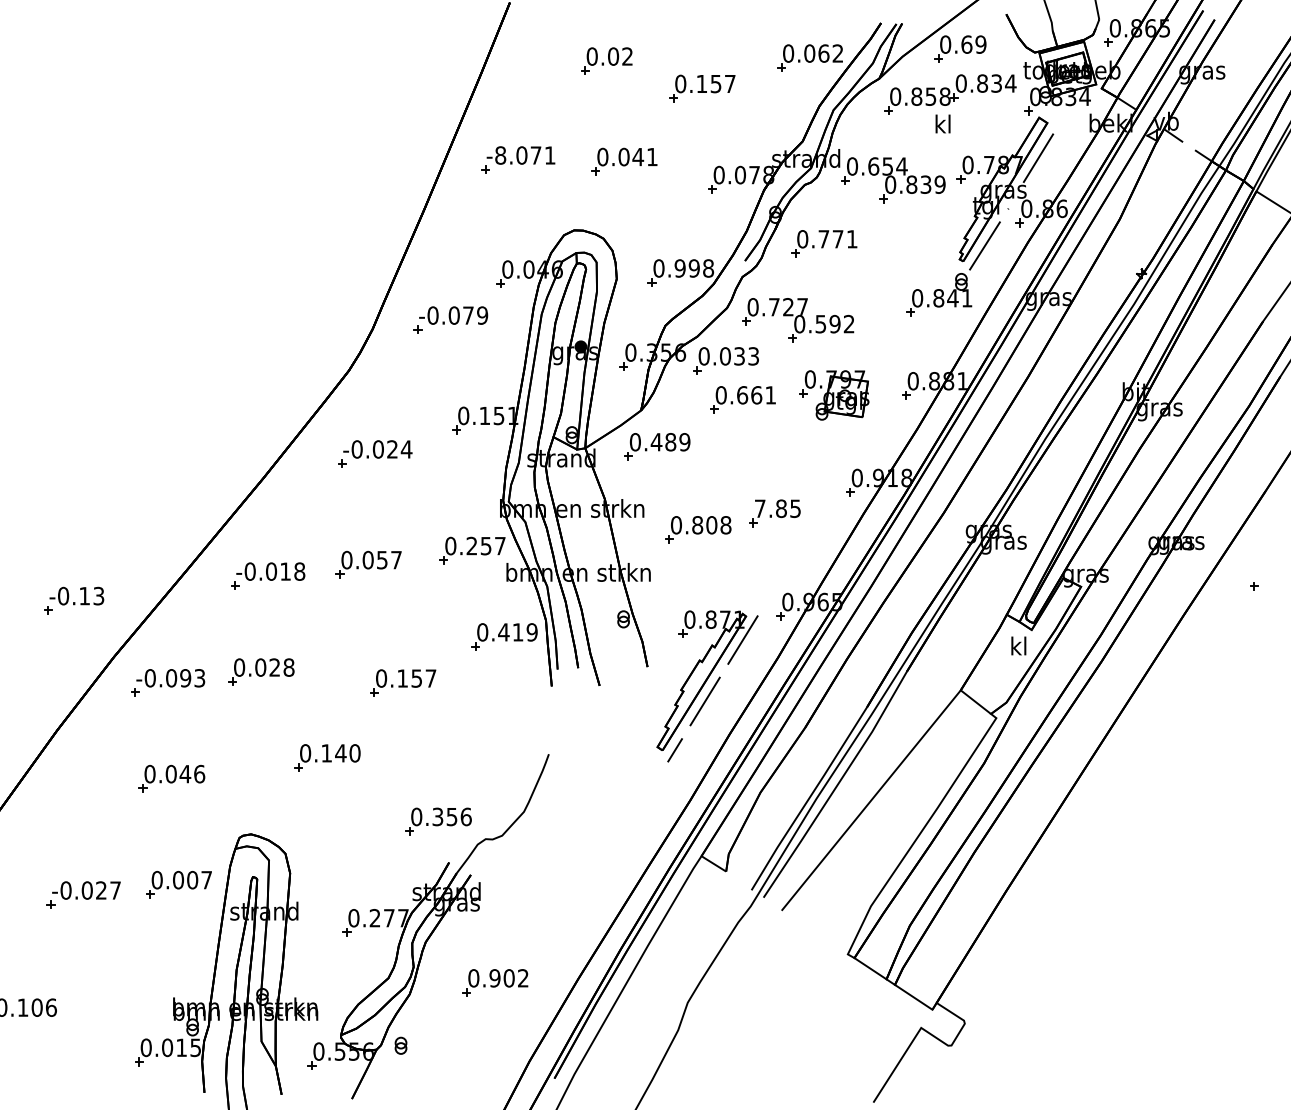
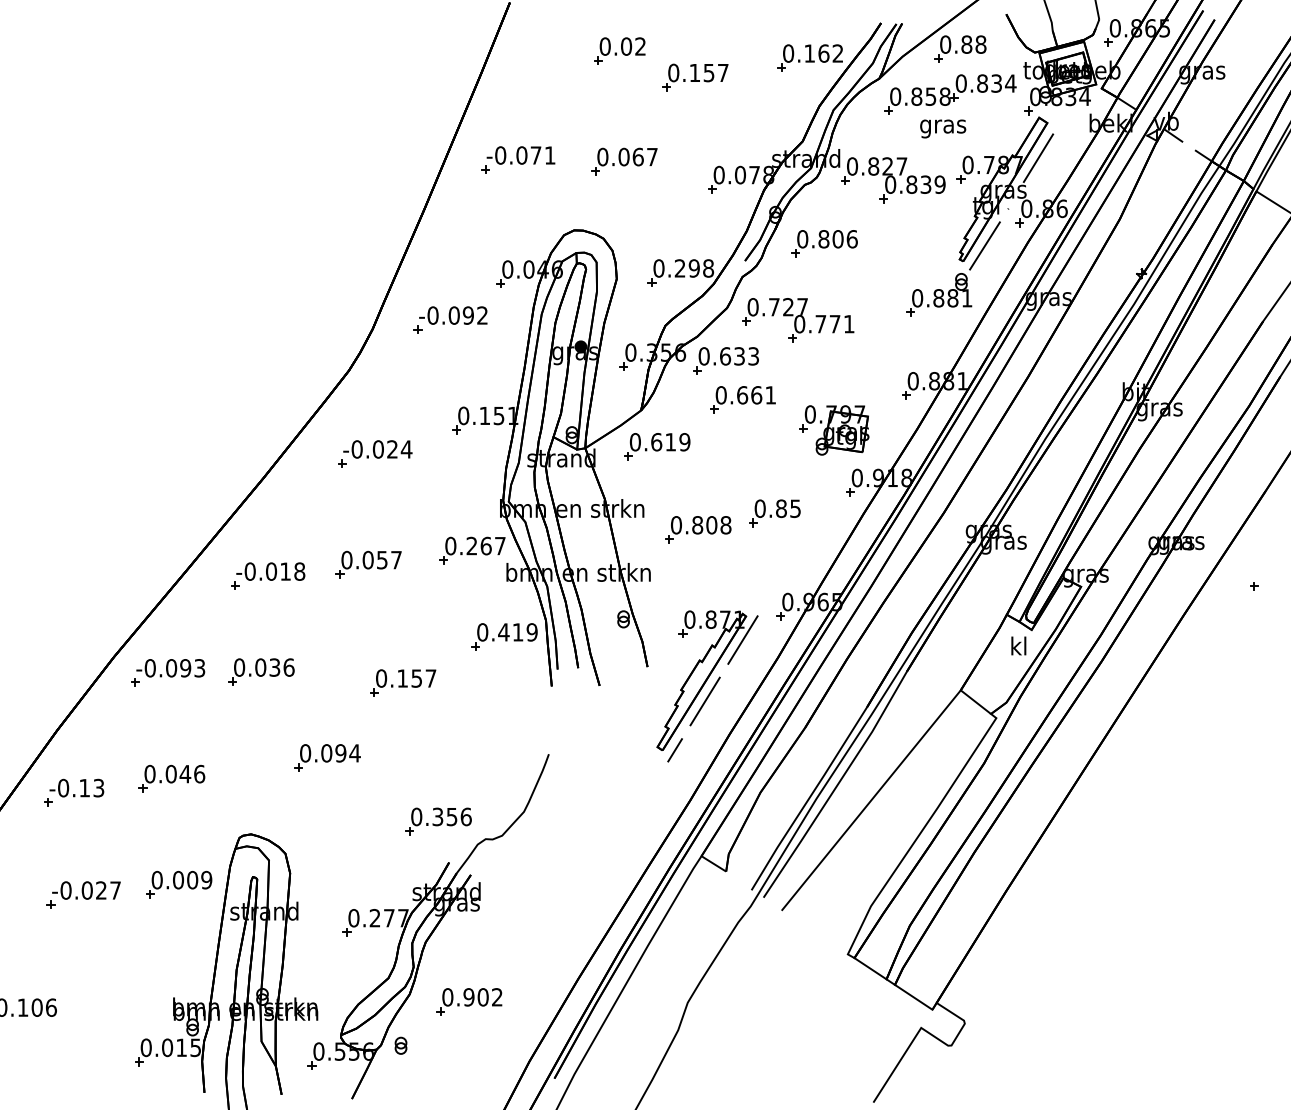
text at (973, 44): 0.69 -> 0.88
text at (809, 53): 0.062 -> 0.162
part at (606, 60) position: (606, 60) -> (619, 50)
part at (702, 88) position: (702, 88) -> (695, 77)
text at (943, 126): kl -> gras
text at (500, 155): -8.071 -> -0.071
text at (644, 156): 0.041 -> 0.067
text at (887, 166): 0.654 -> 0.827
text at (837, 239): 0.771 -> 0.806
text at (679, 268): 0.998 -> 0.298
text at (952, 298): 0.841 -> 0.881
text at (475, 315): -0.079 -> -0.092
text at (834, 323): 0.592 -> 0.771
text at (725, 356): 0.033 -> 0.633
part at (834, 395) position: (834, 395) -> (834, 430)
text at (663, 442): 0.489 -> 0.619
text at (759, 508): 7.85 -> 0.85
text at (485, 545): 0.257 -> 0.267
part at (74, 600) position: (74, 600) -> (74, 792)
text at (281, 667): 0.028 -> 0.036
part at (168, 682) position: (168, 682) -> (168, 672)
text at (340, 753): 0.140 -> 0.094
text at (206, 879): 0.007 -> 0.009
part at (495, 982) position: (495, 982) -> (469, 1001)
